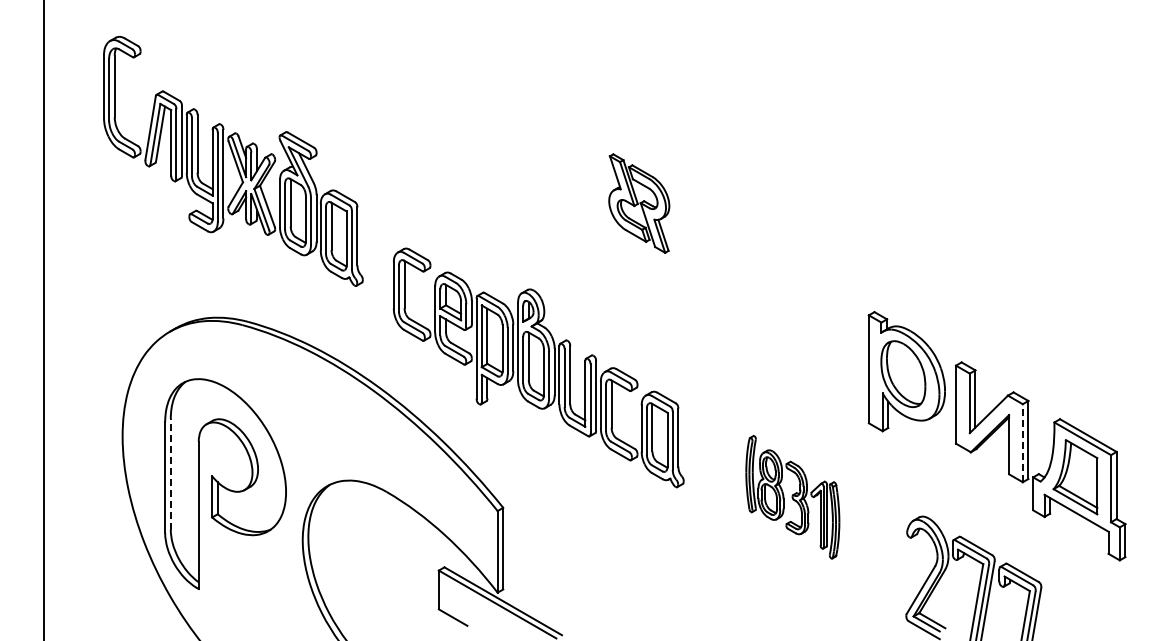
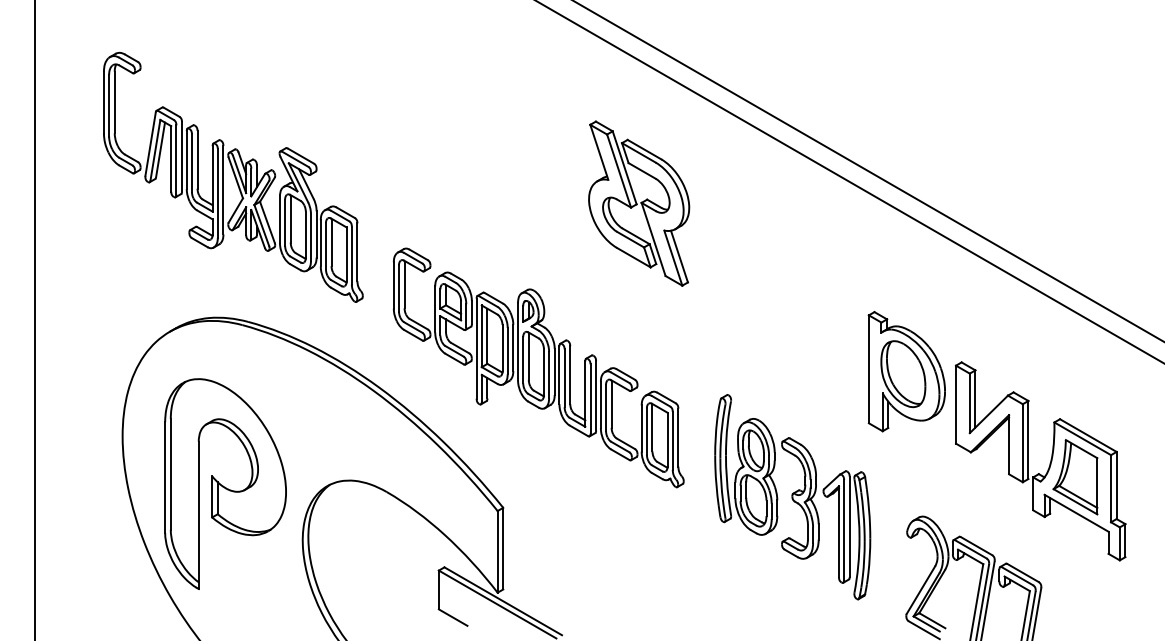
part at (233, 160) position: (233, 160) -> (233, 176)
line at (868, 171): none -> present
line at (849, 182): none -> present
part at (639, 203) size: 63x101 px -> 103x167 px
line at (43, 319) position: (43, 319) -> (34, 319)
line at (1022, 442): dashed -> solid
line at (170, 473): dashed -> solid
part at (792, 497) size: 96x125 px -> 158x207 px
